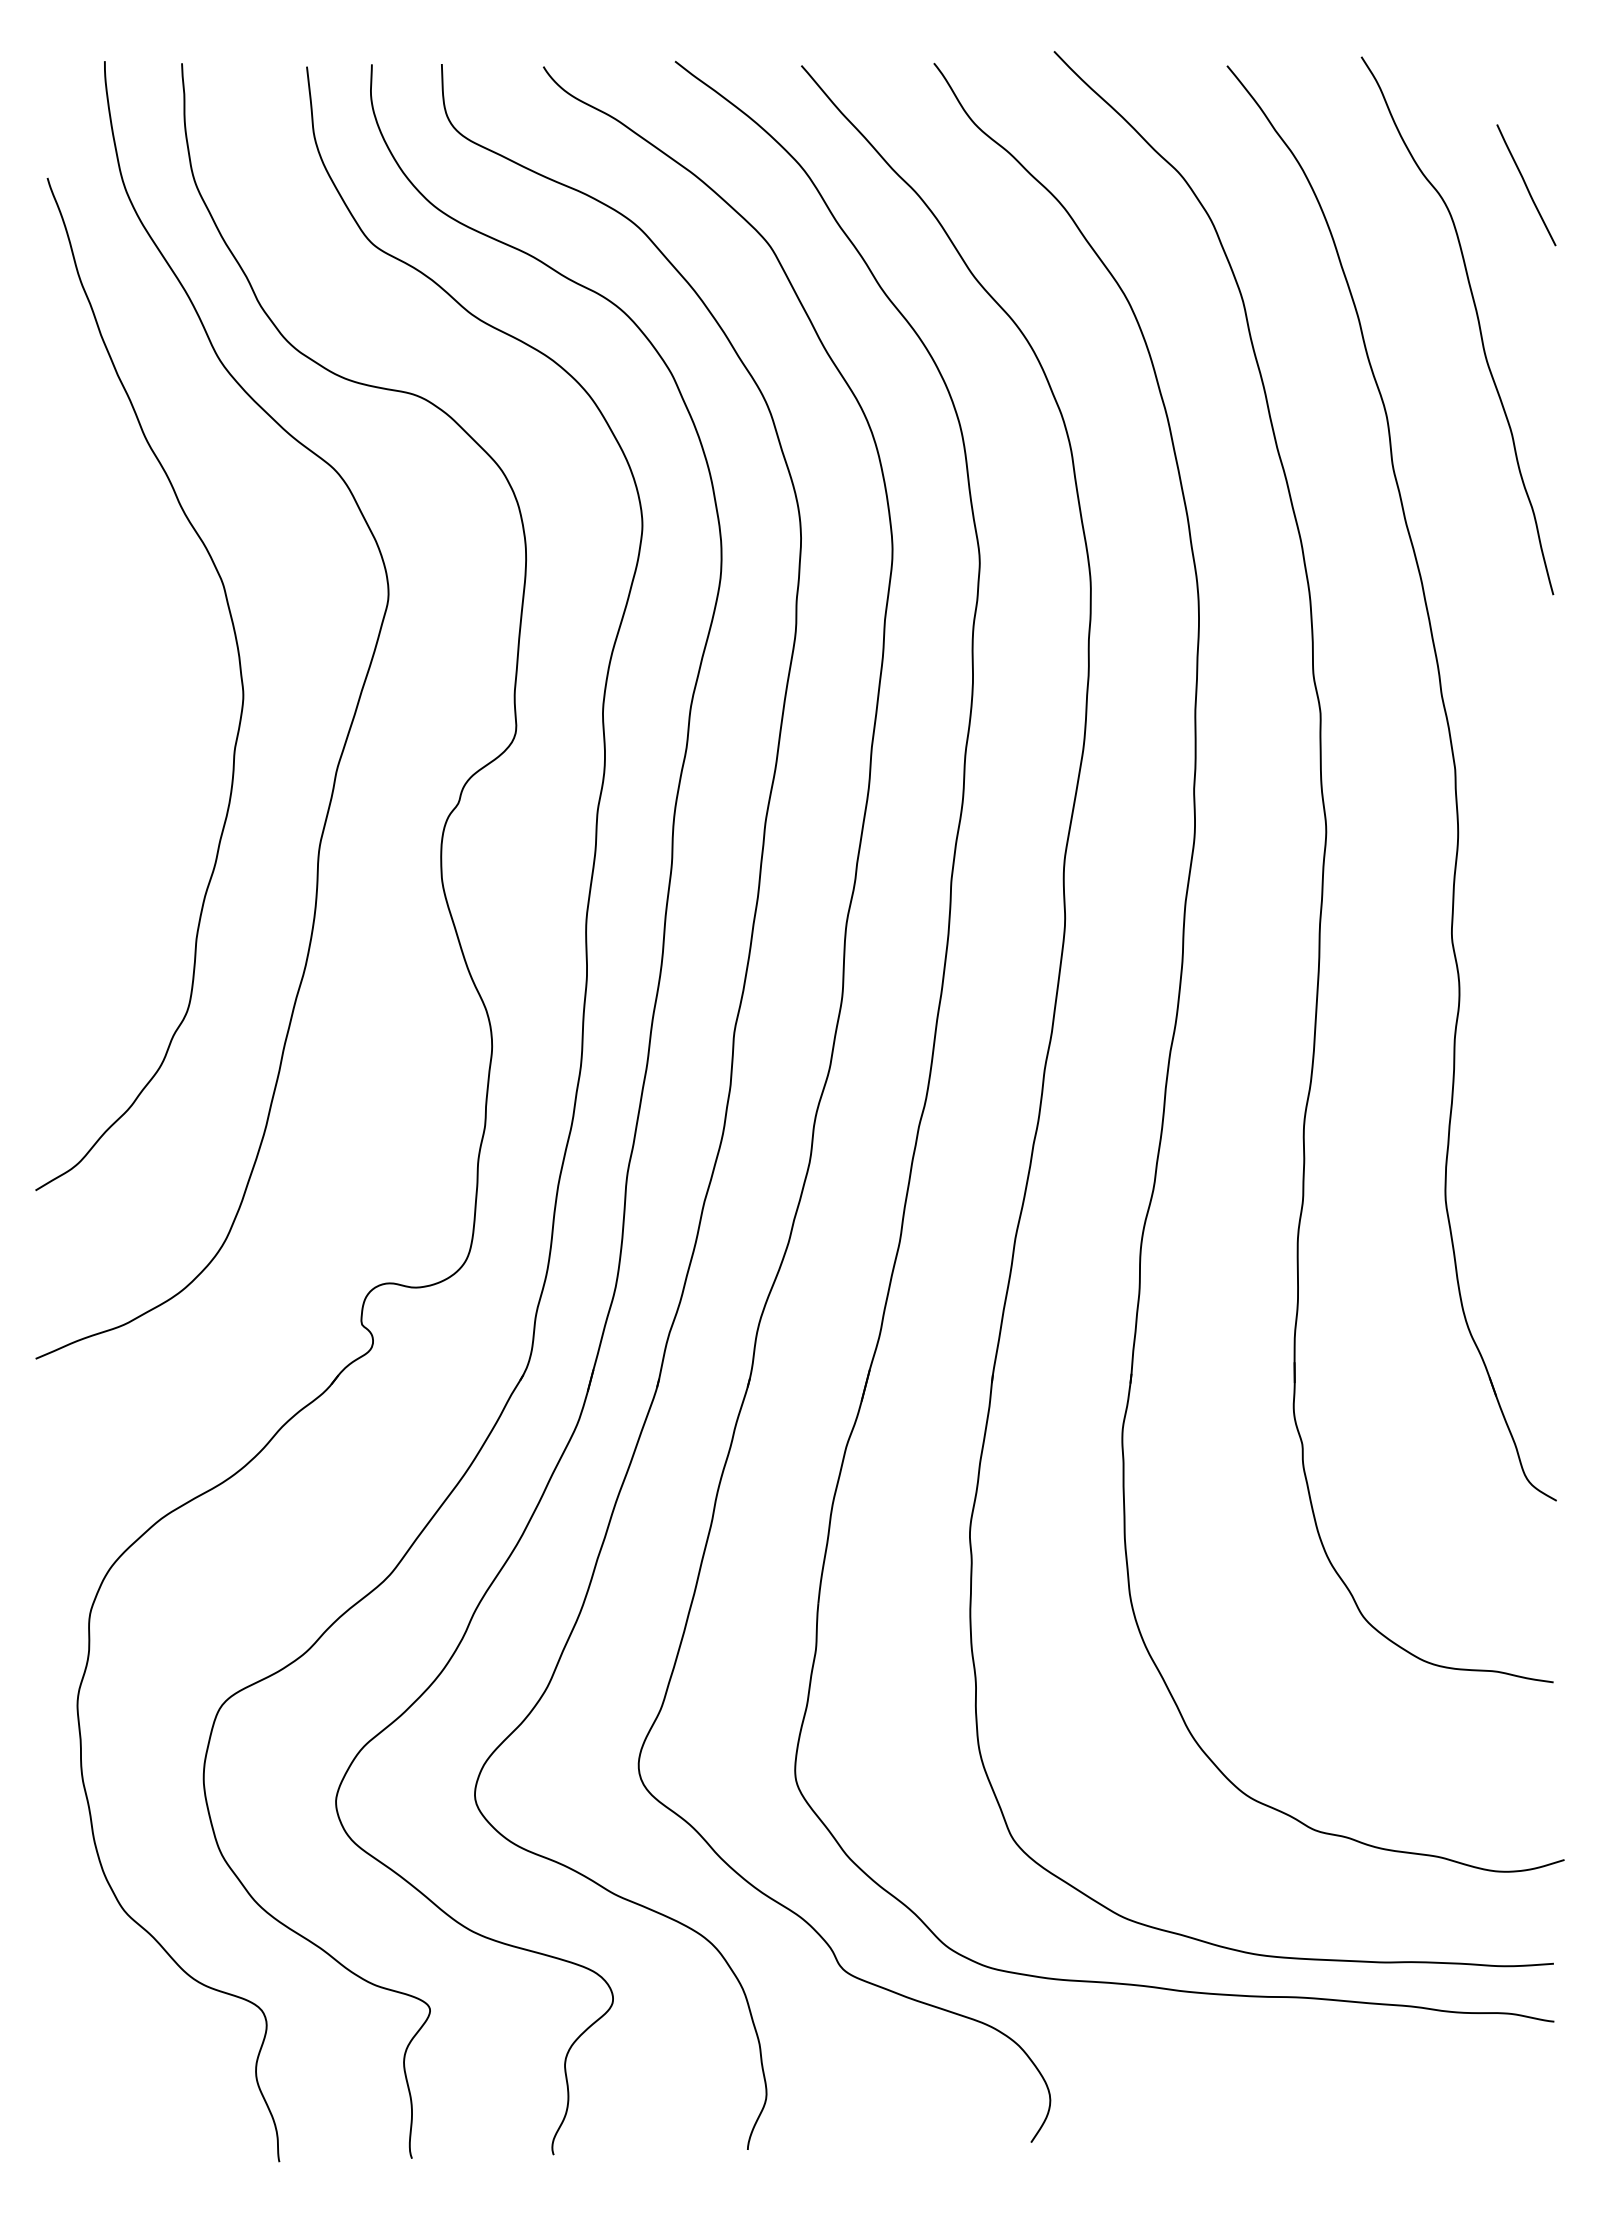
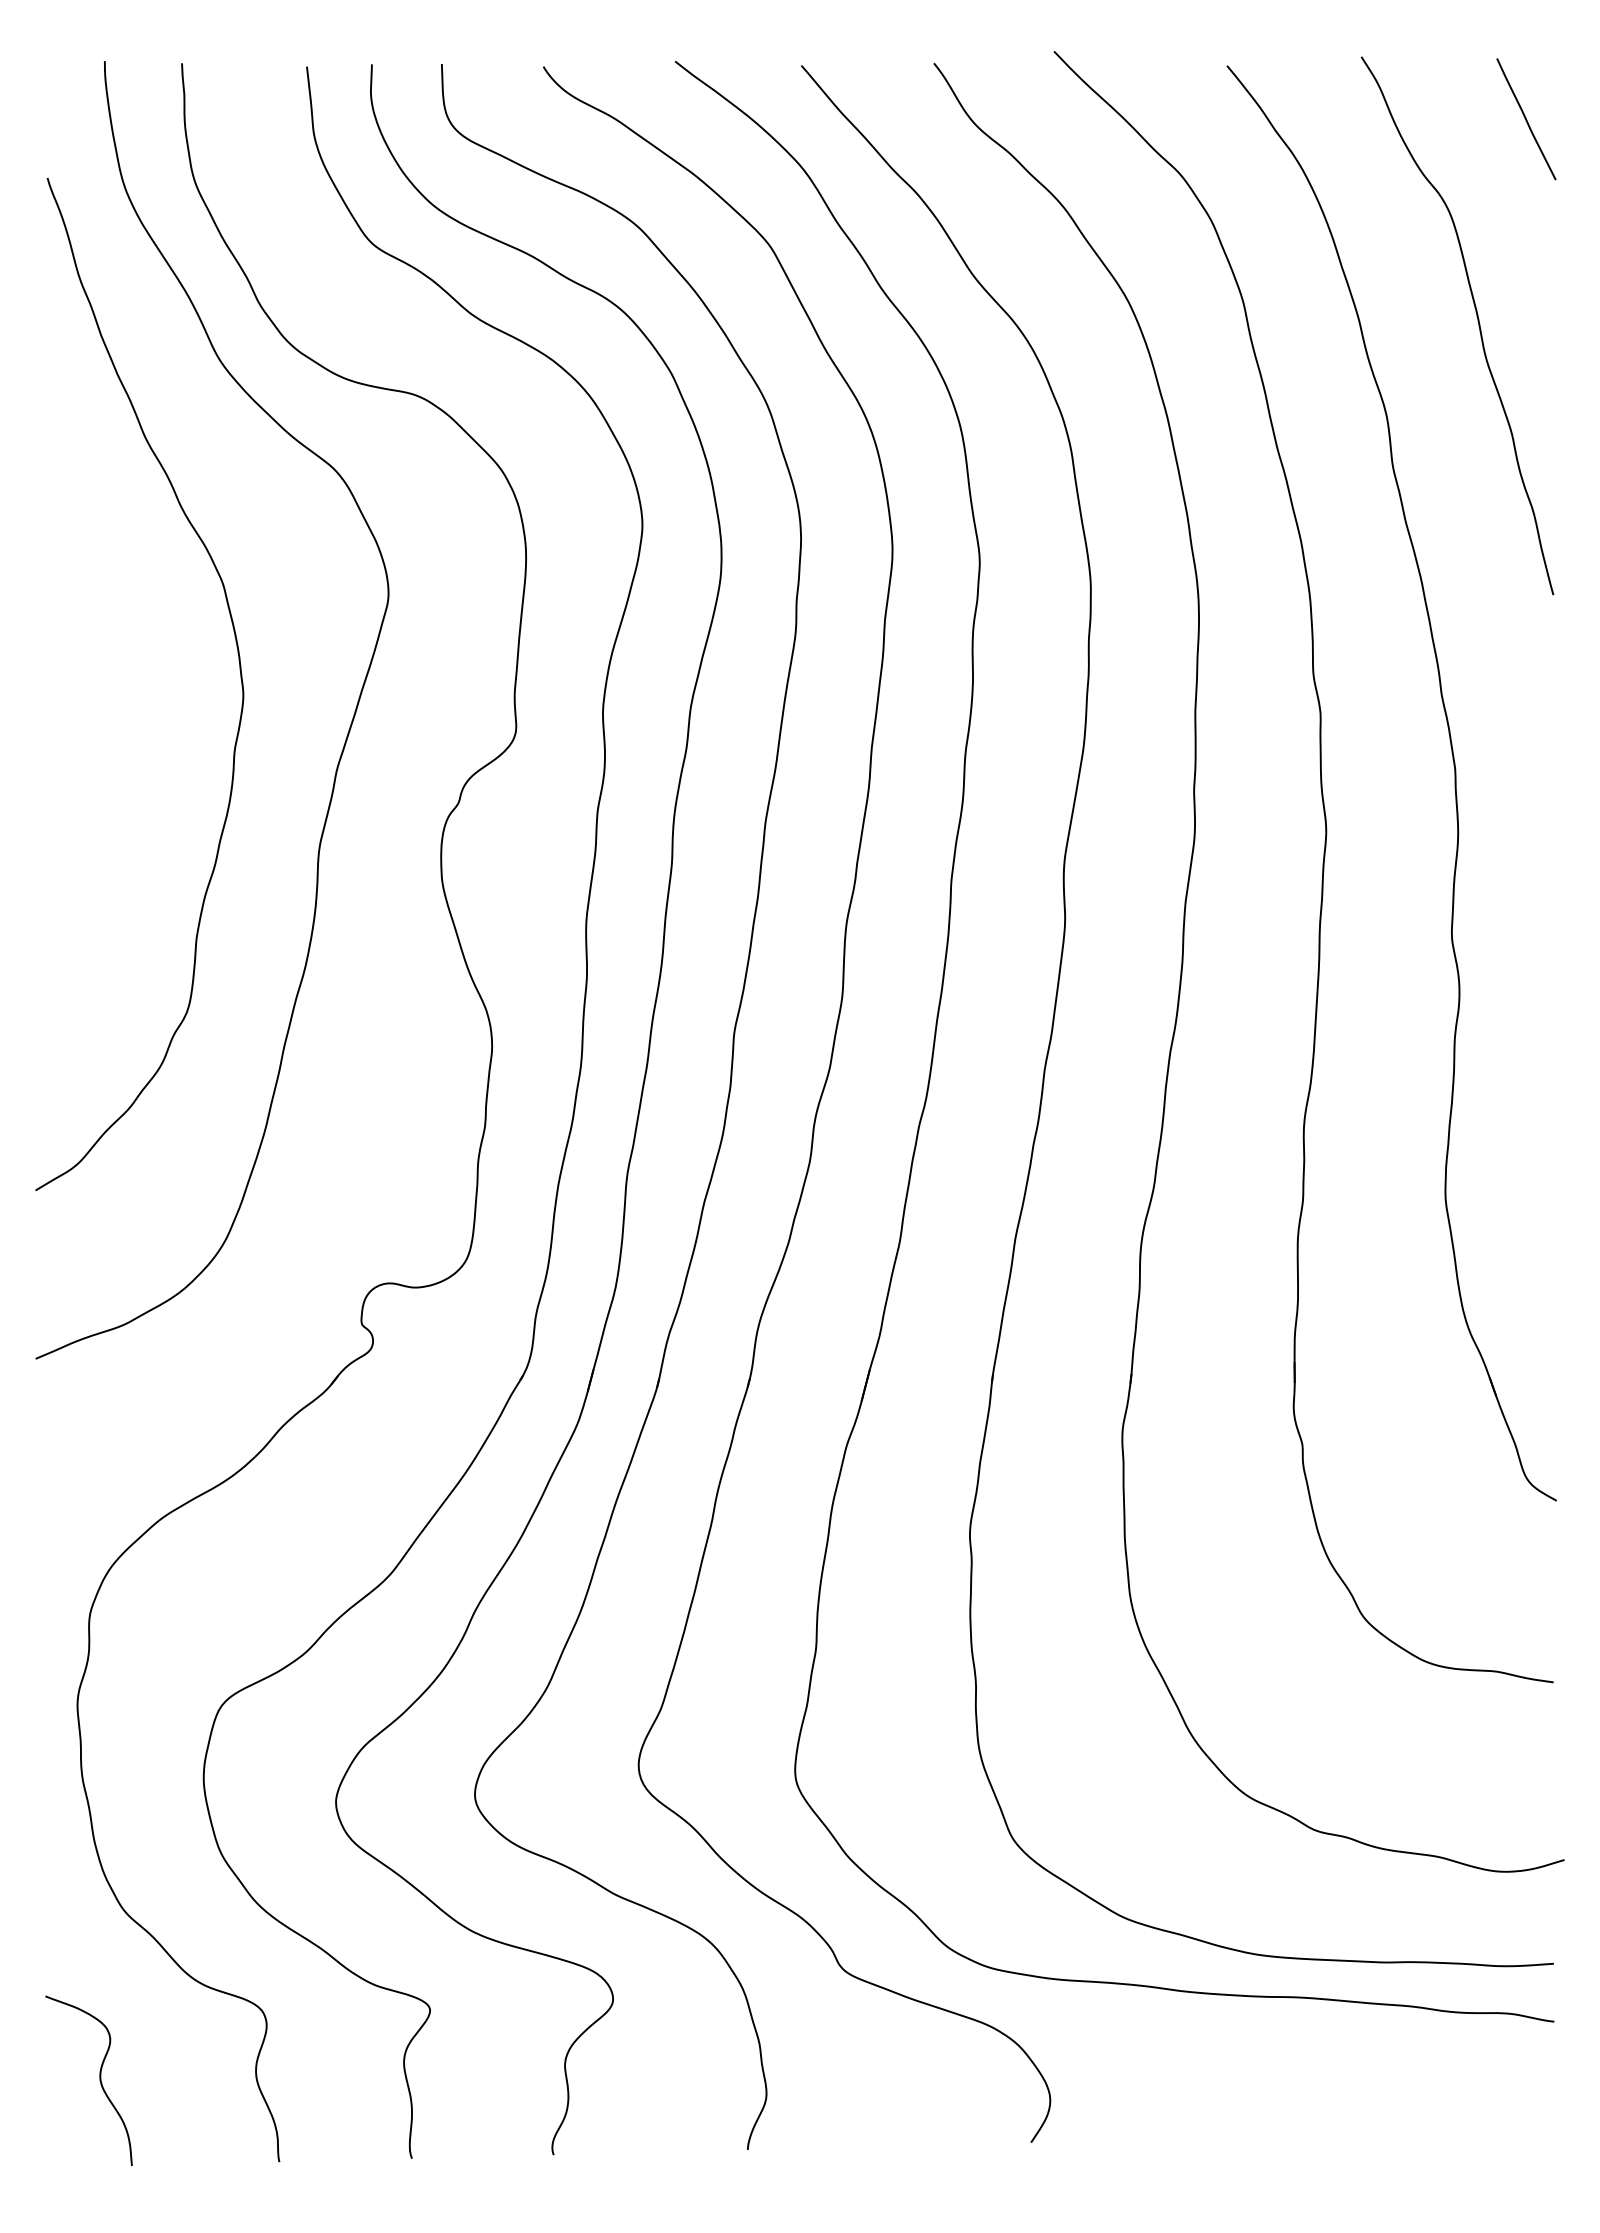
curve at (1526, 185) position: (1526, 185) -> (1526, 119)
curve at (99, 2080): none -> present
